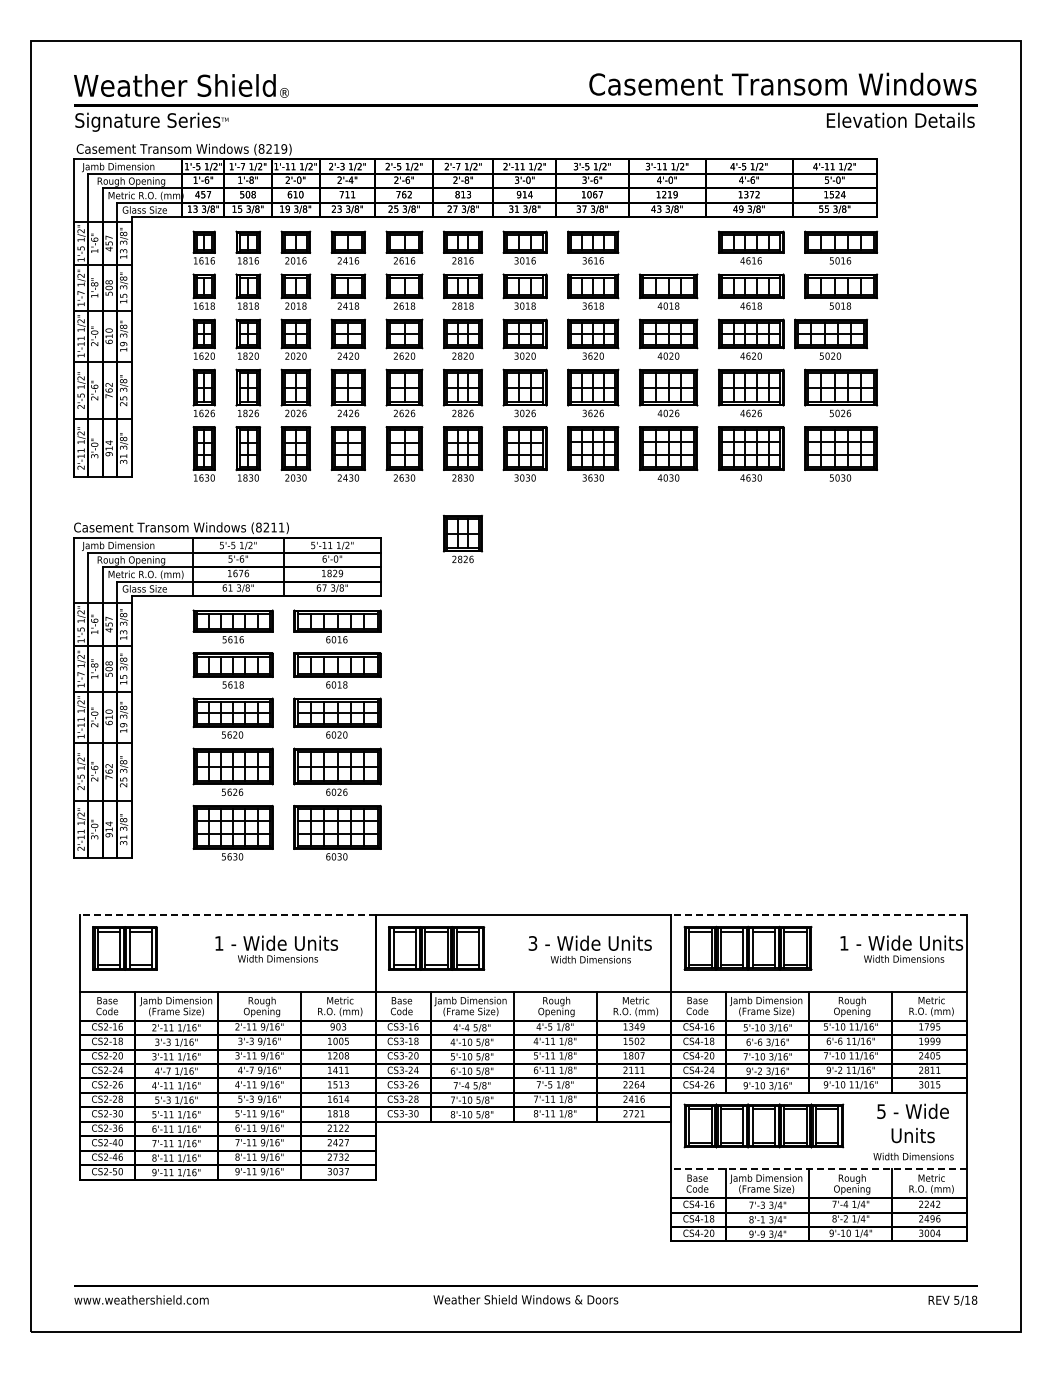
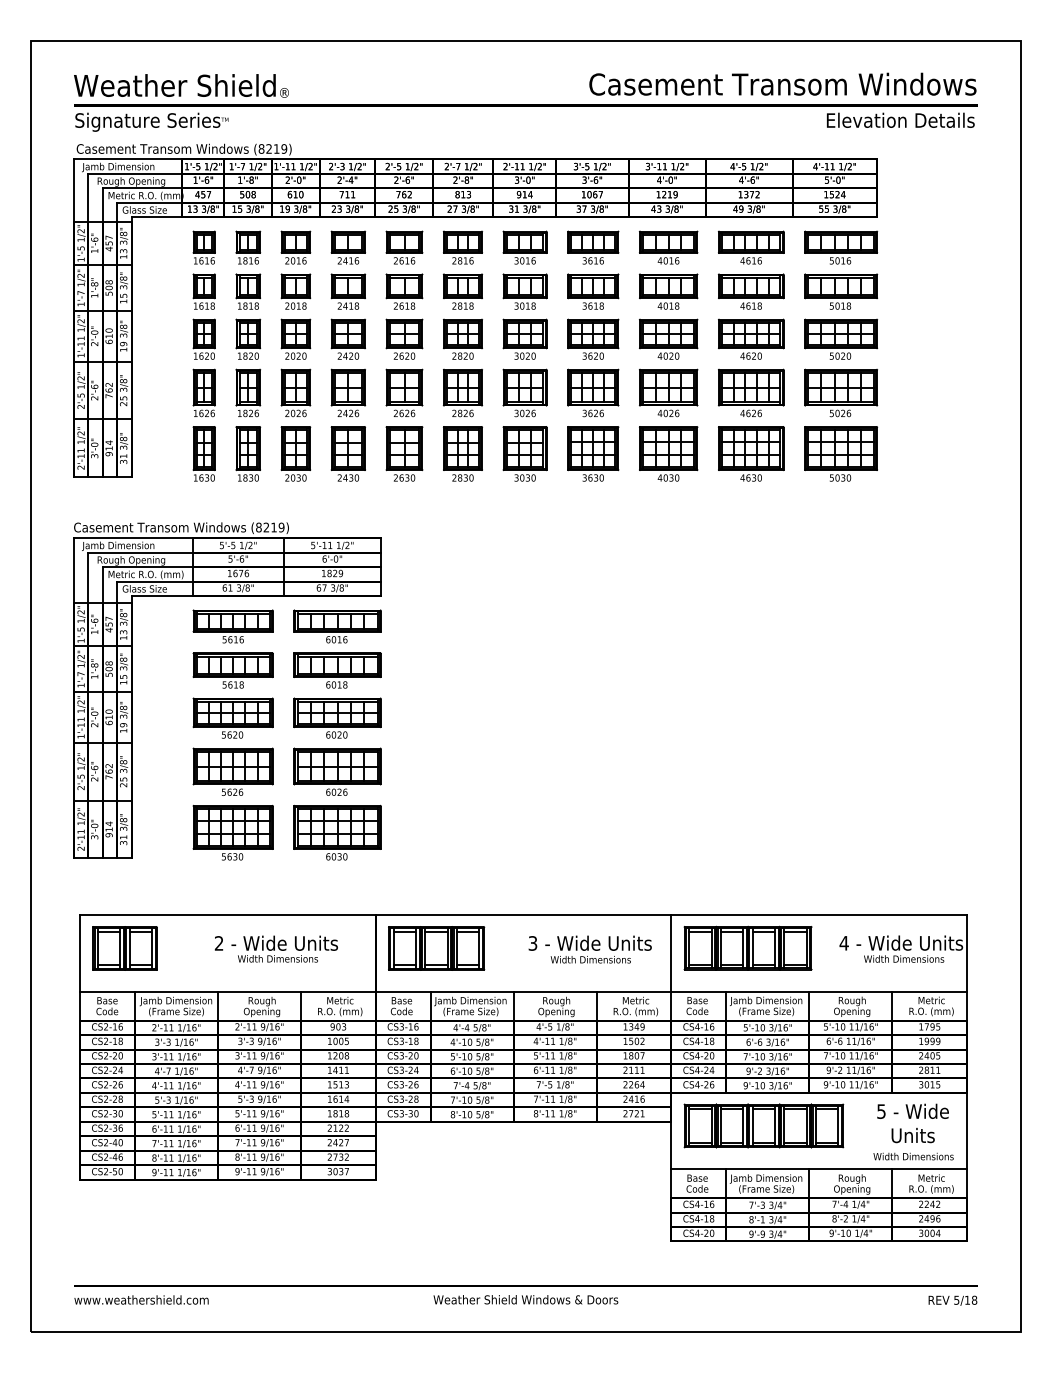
part at (668, 247): none -> present
part at (831, 338) position: (831, 338) -> (841, 338)
text at (281, 527): (8211) -> (8219)
part at (462, 538): present -> none
line at (227, 915): dashed -> solid
line at (819, 915): dashed -> solid
text at (218, 943): 1 -> 2
text at (843, 943): 1 -> 4
line at (819, 1169): dashed -> solid
